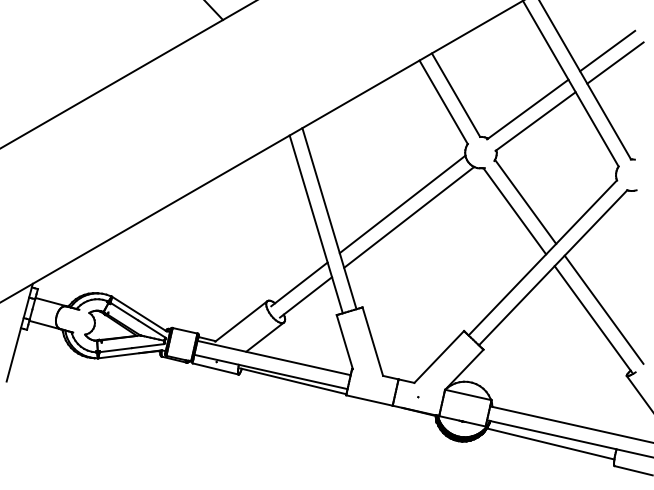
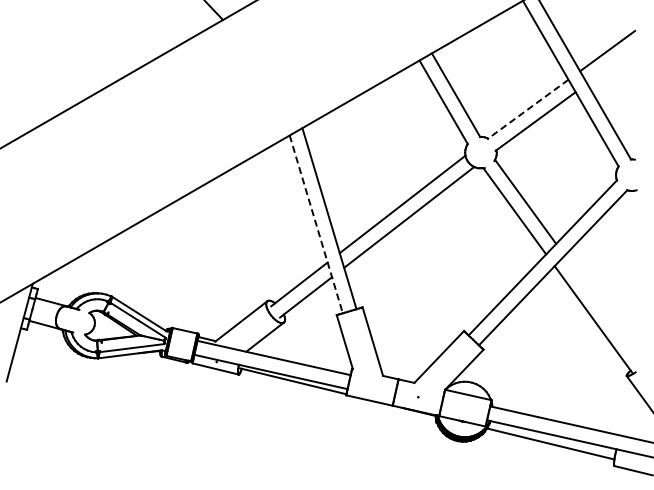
line at (615, 62): present -> none
line at (527, 109): solid -> dashed
line at (316, 224): solid -> dashed
line at (603, 309): present -> none
